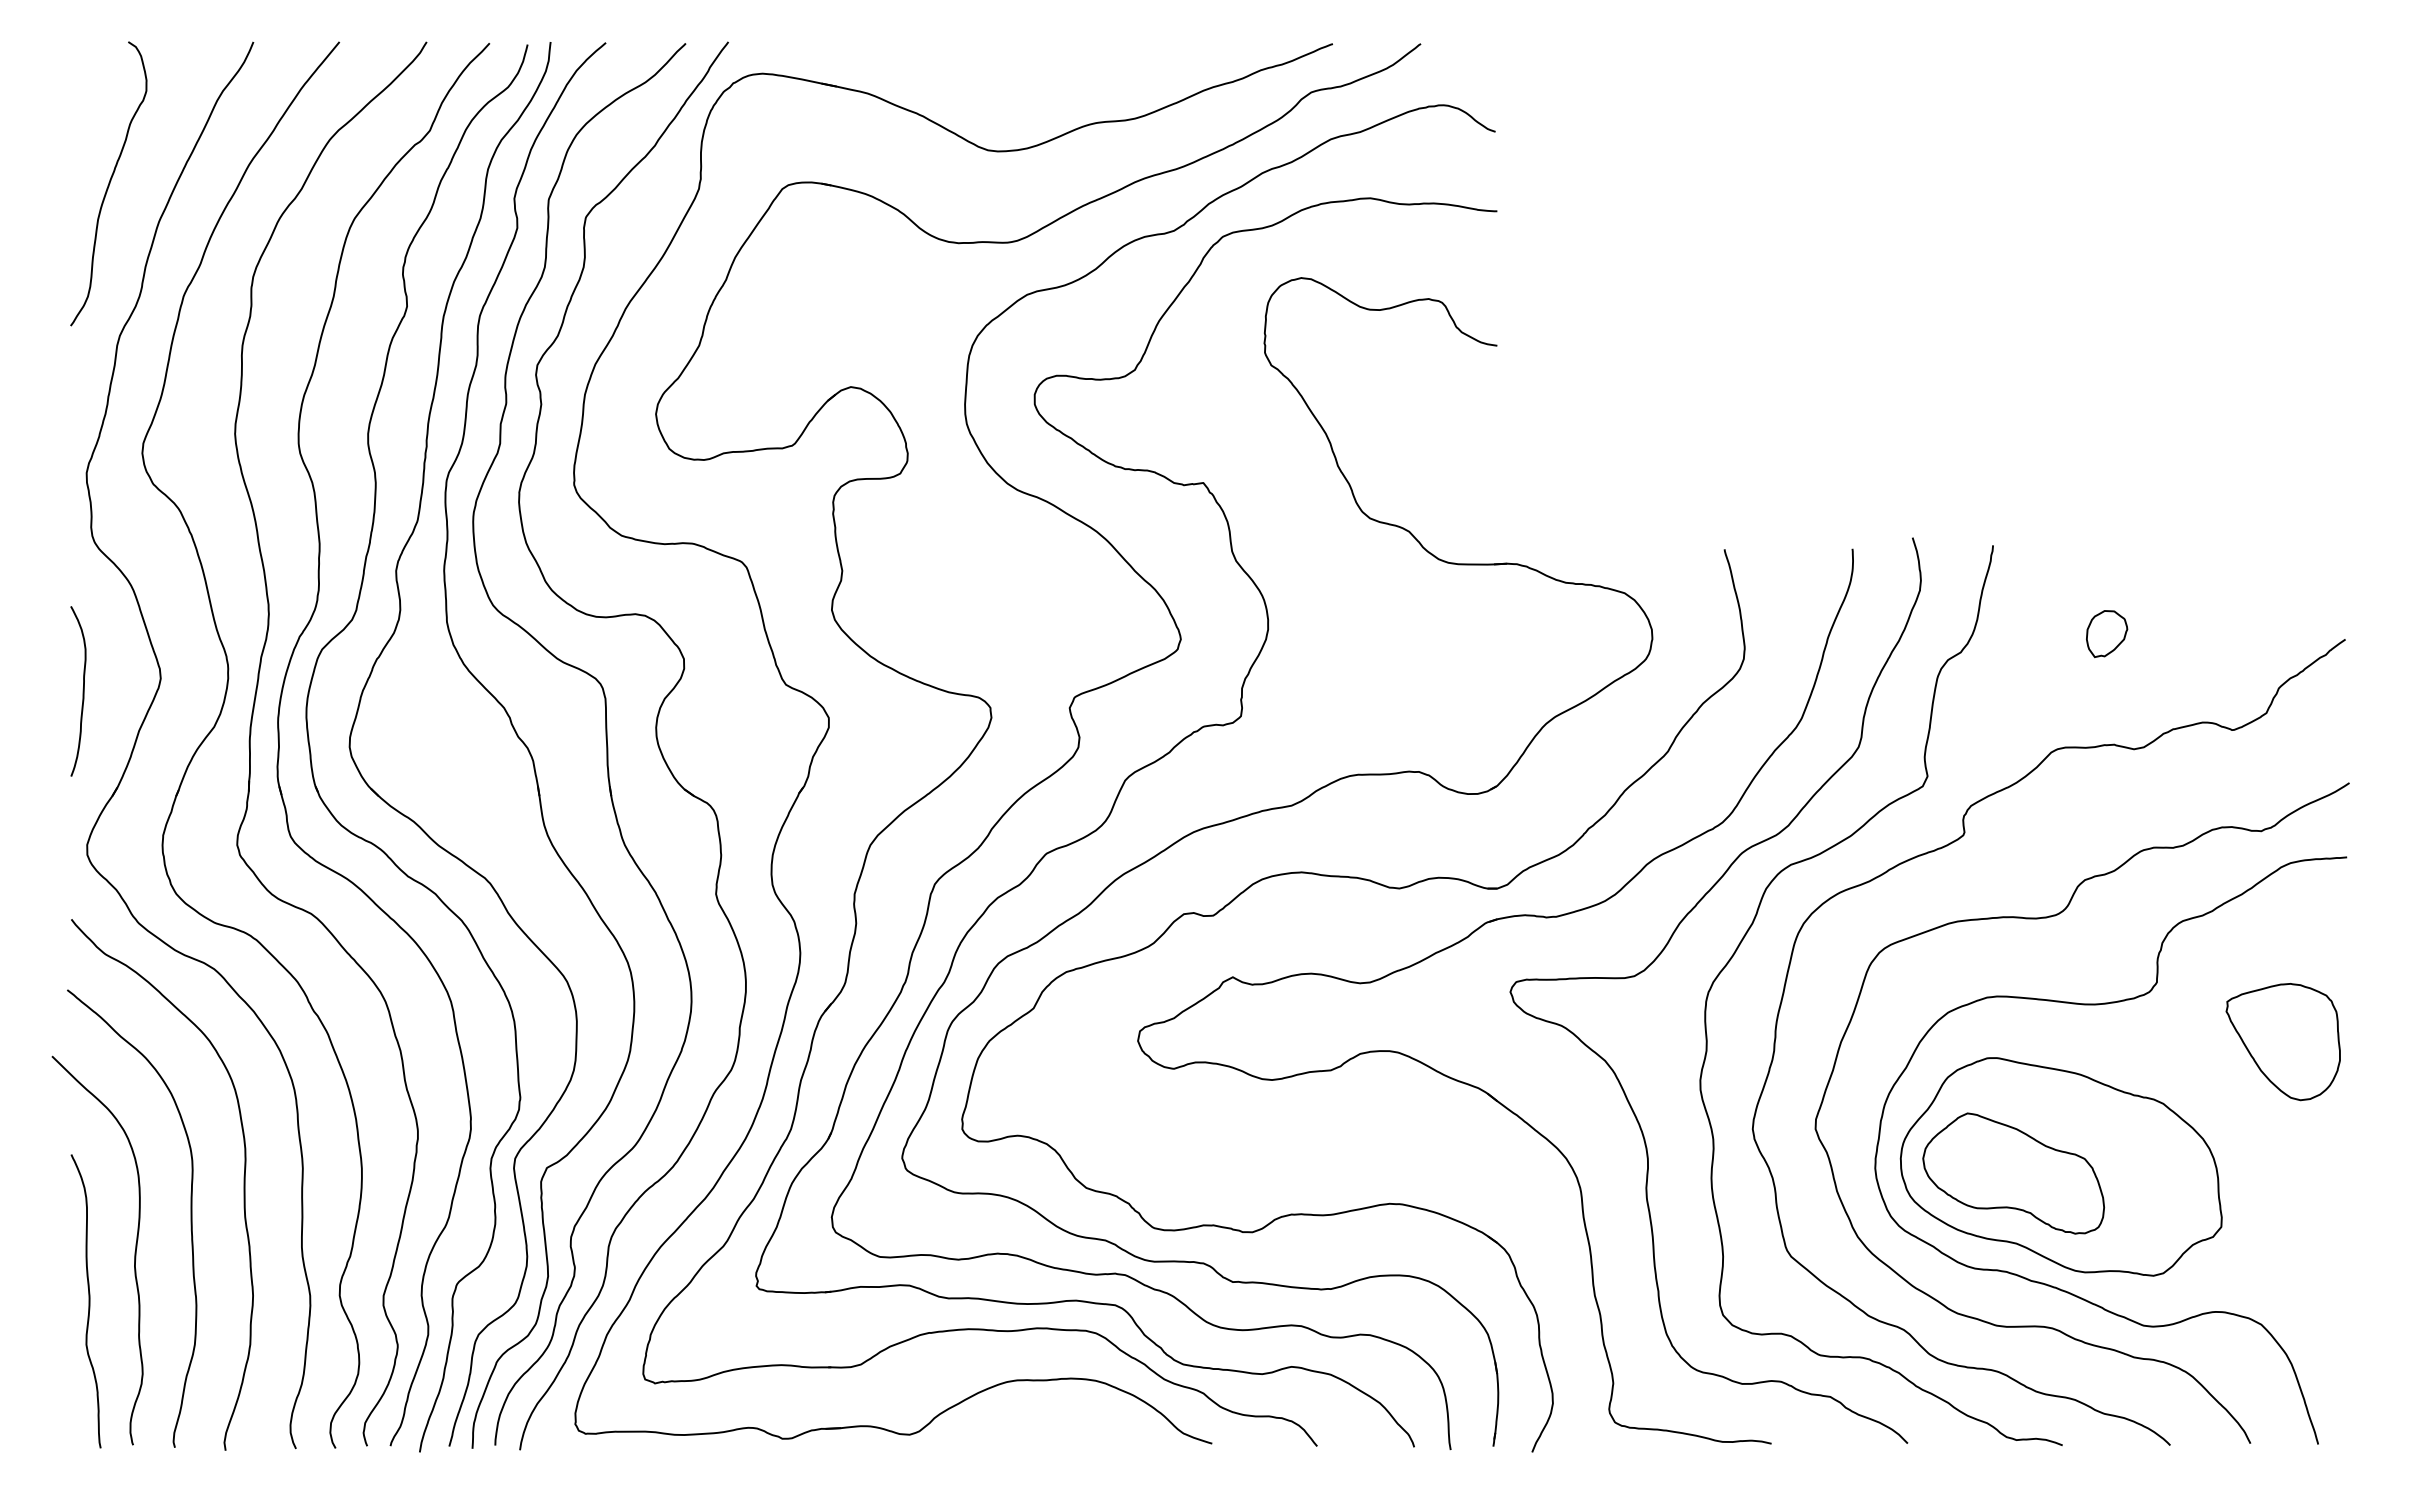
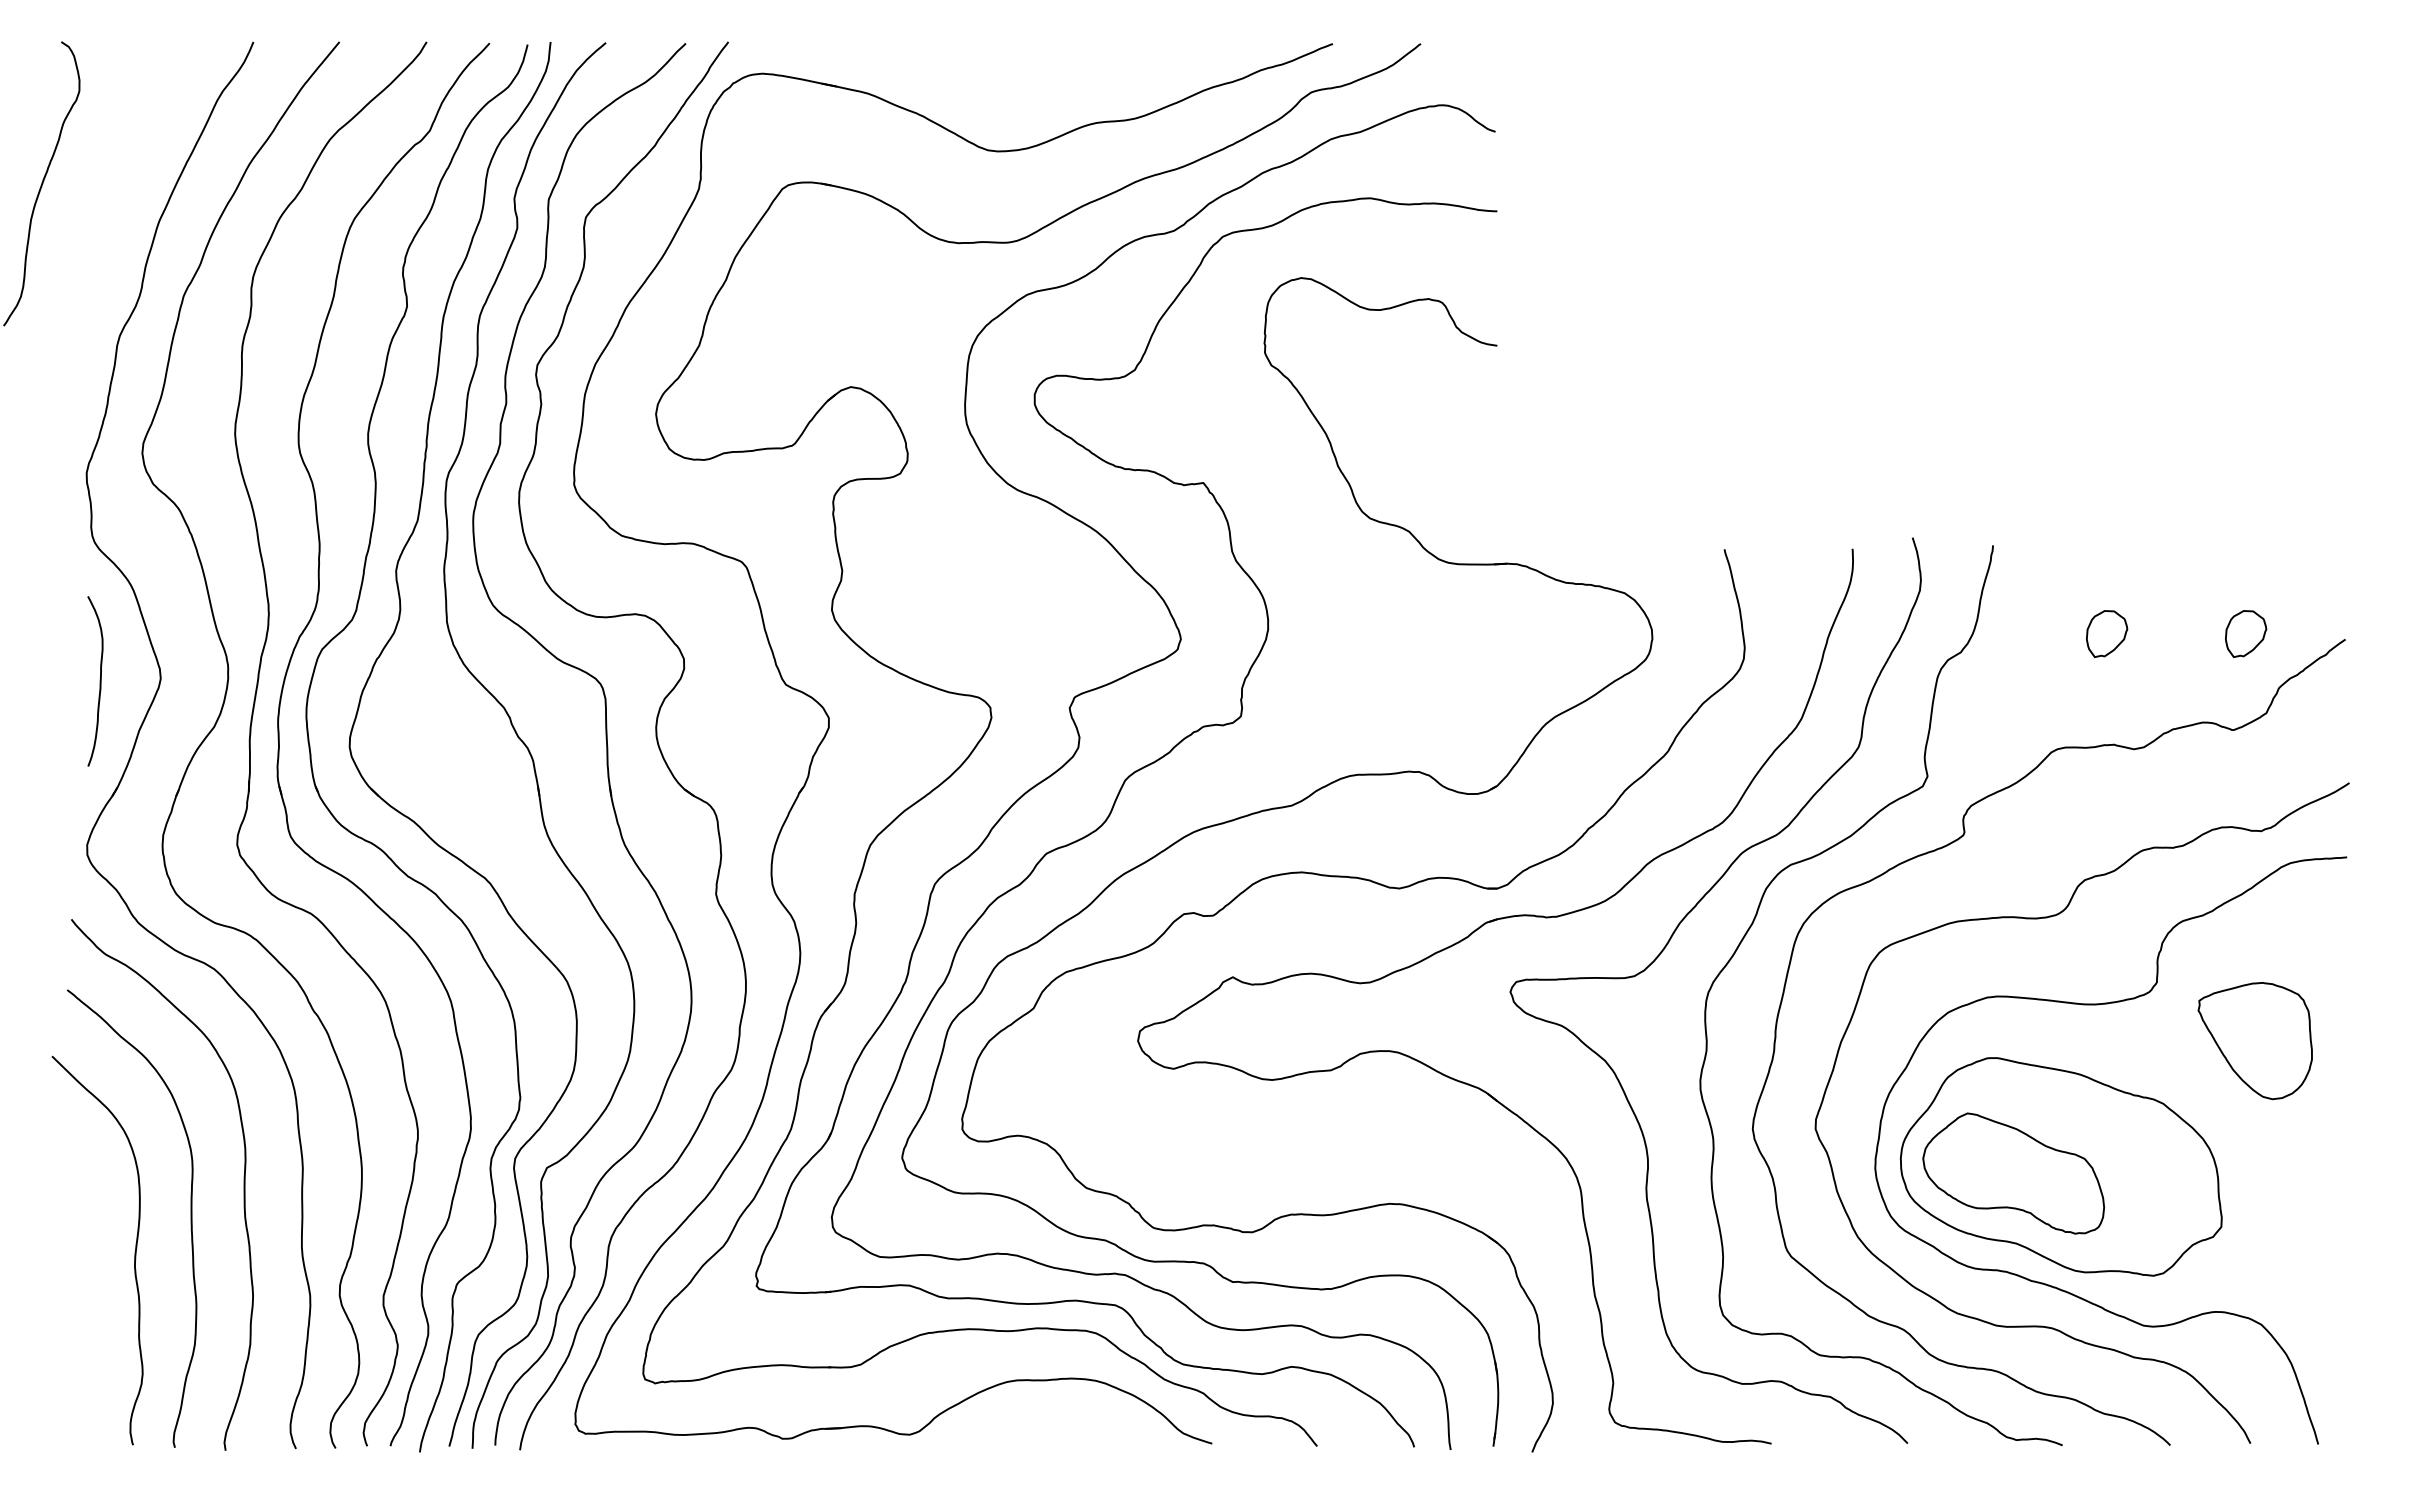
curve at (108, 183) position: (108, 183) -> (41, 183)
part at (2246, 634): none -> present
curve at (82, 691) position: (82, 691) -> (99, 681)
part at (2282, 1042) position: (2282, 1042) -> (2254, 1041)
curve at (88, 1301): present -> none
